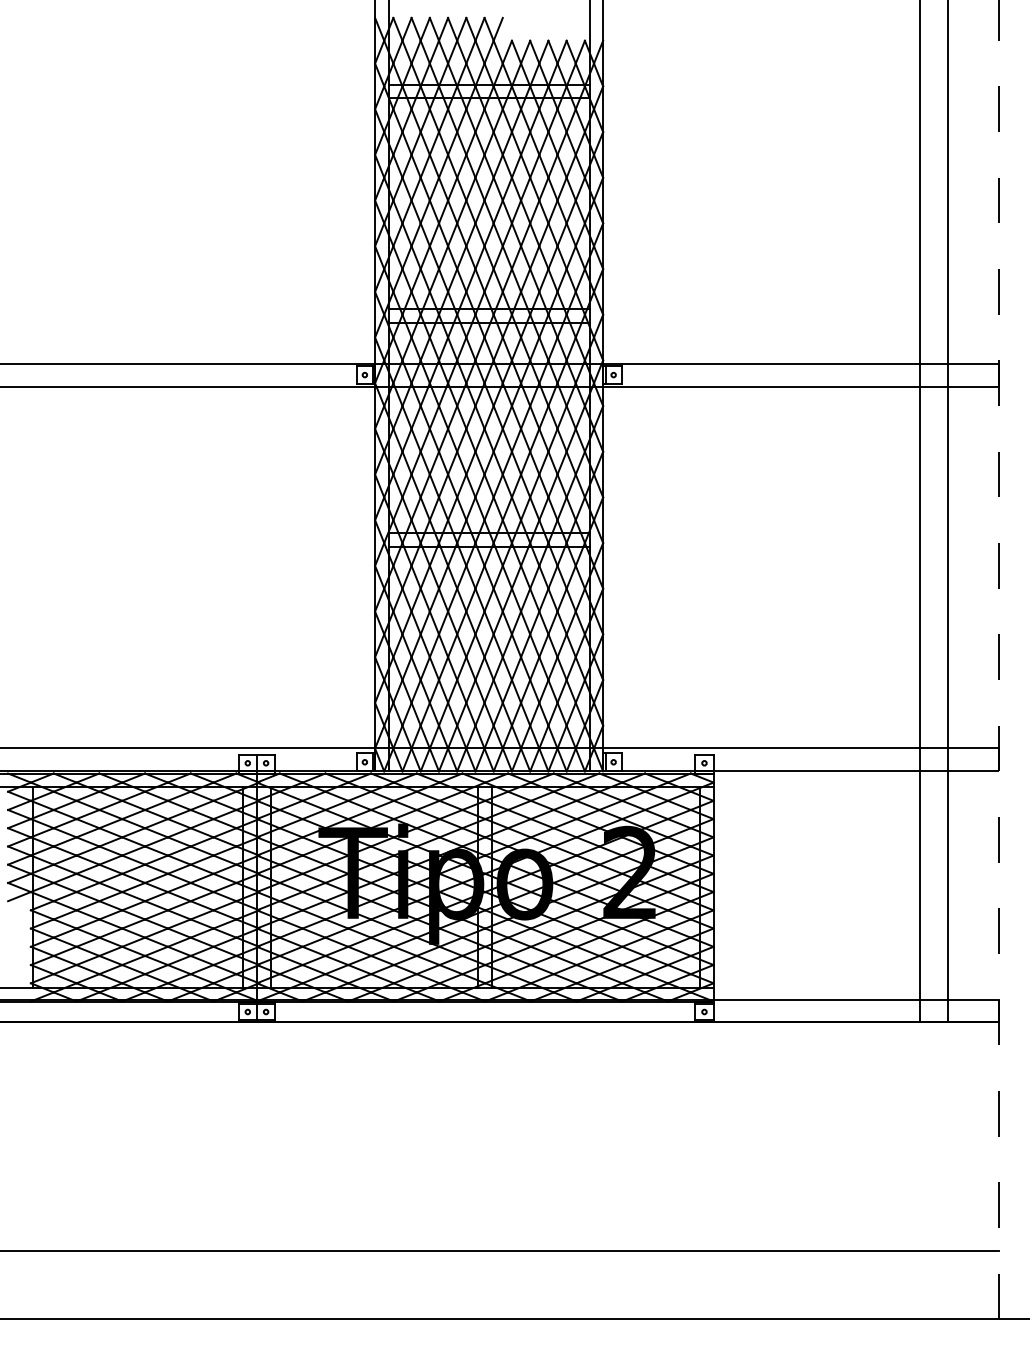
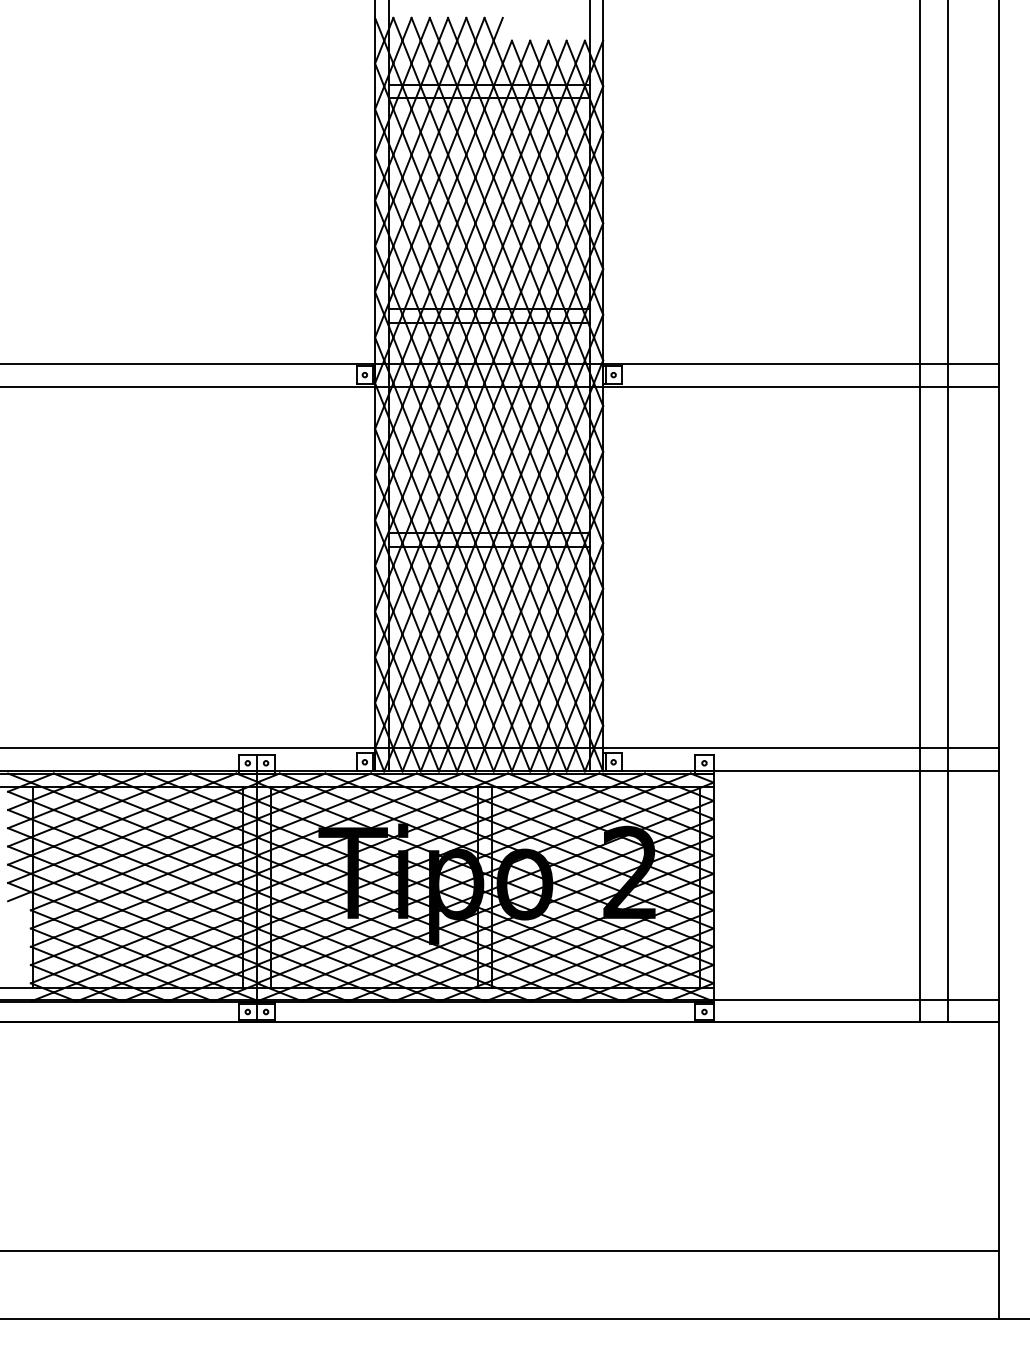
line at (999, 659): dashed -> solid
